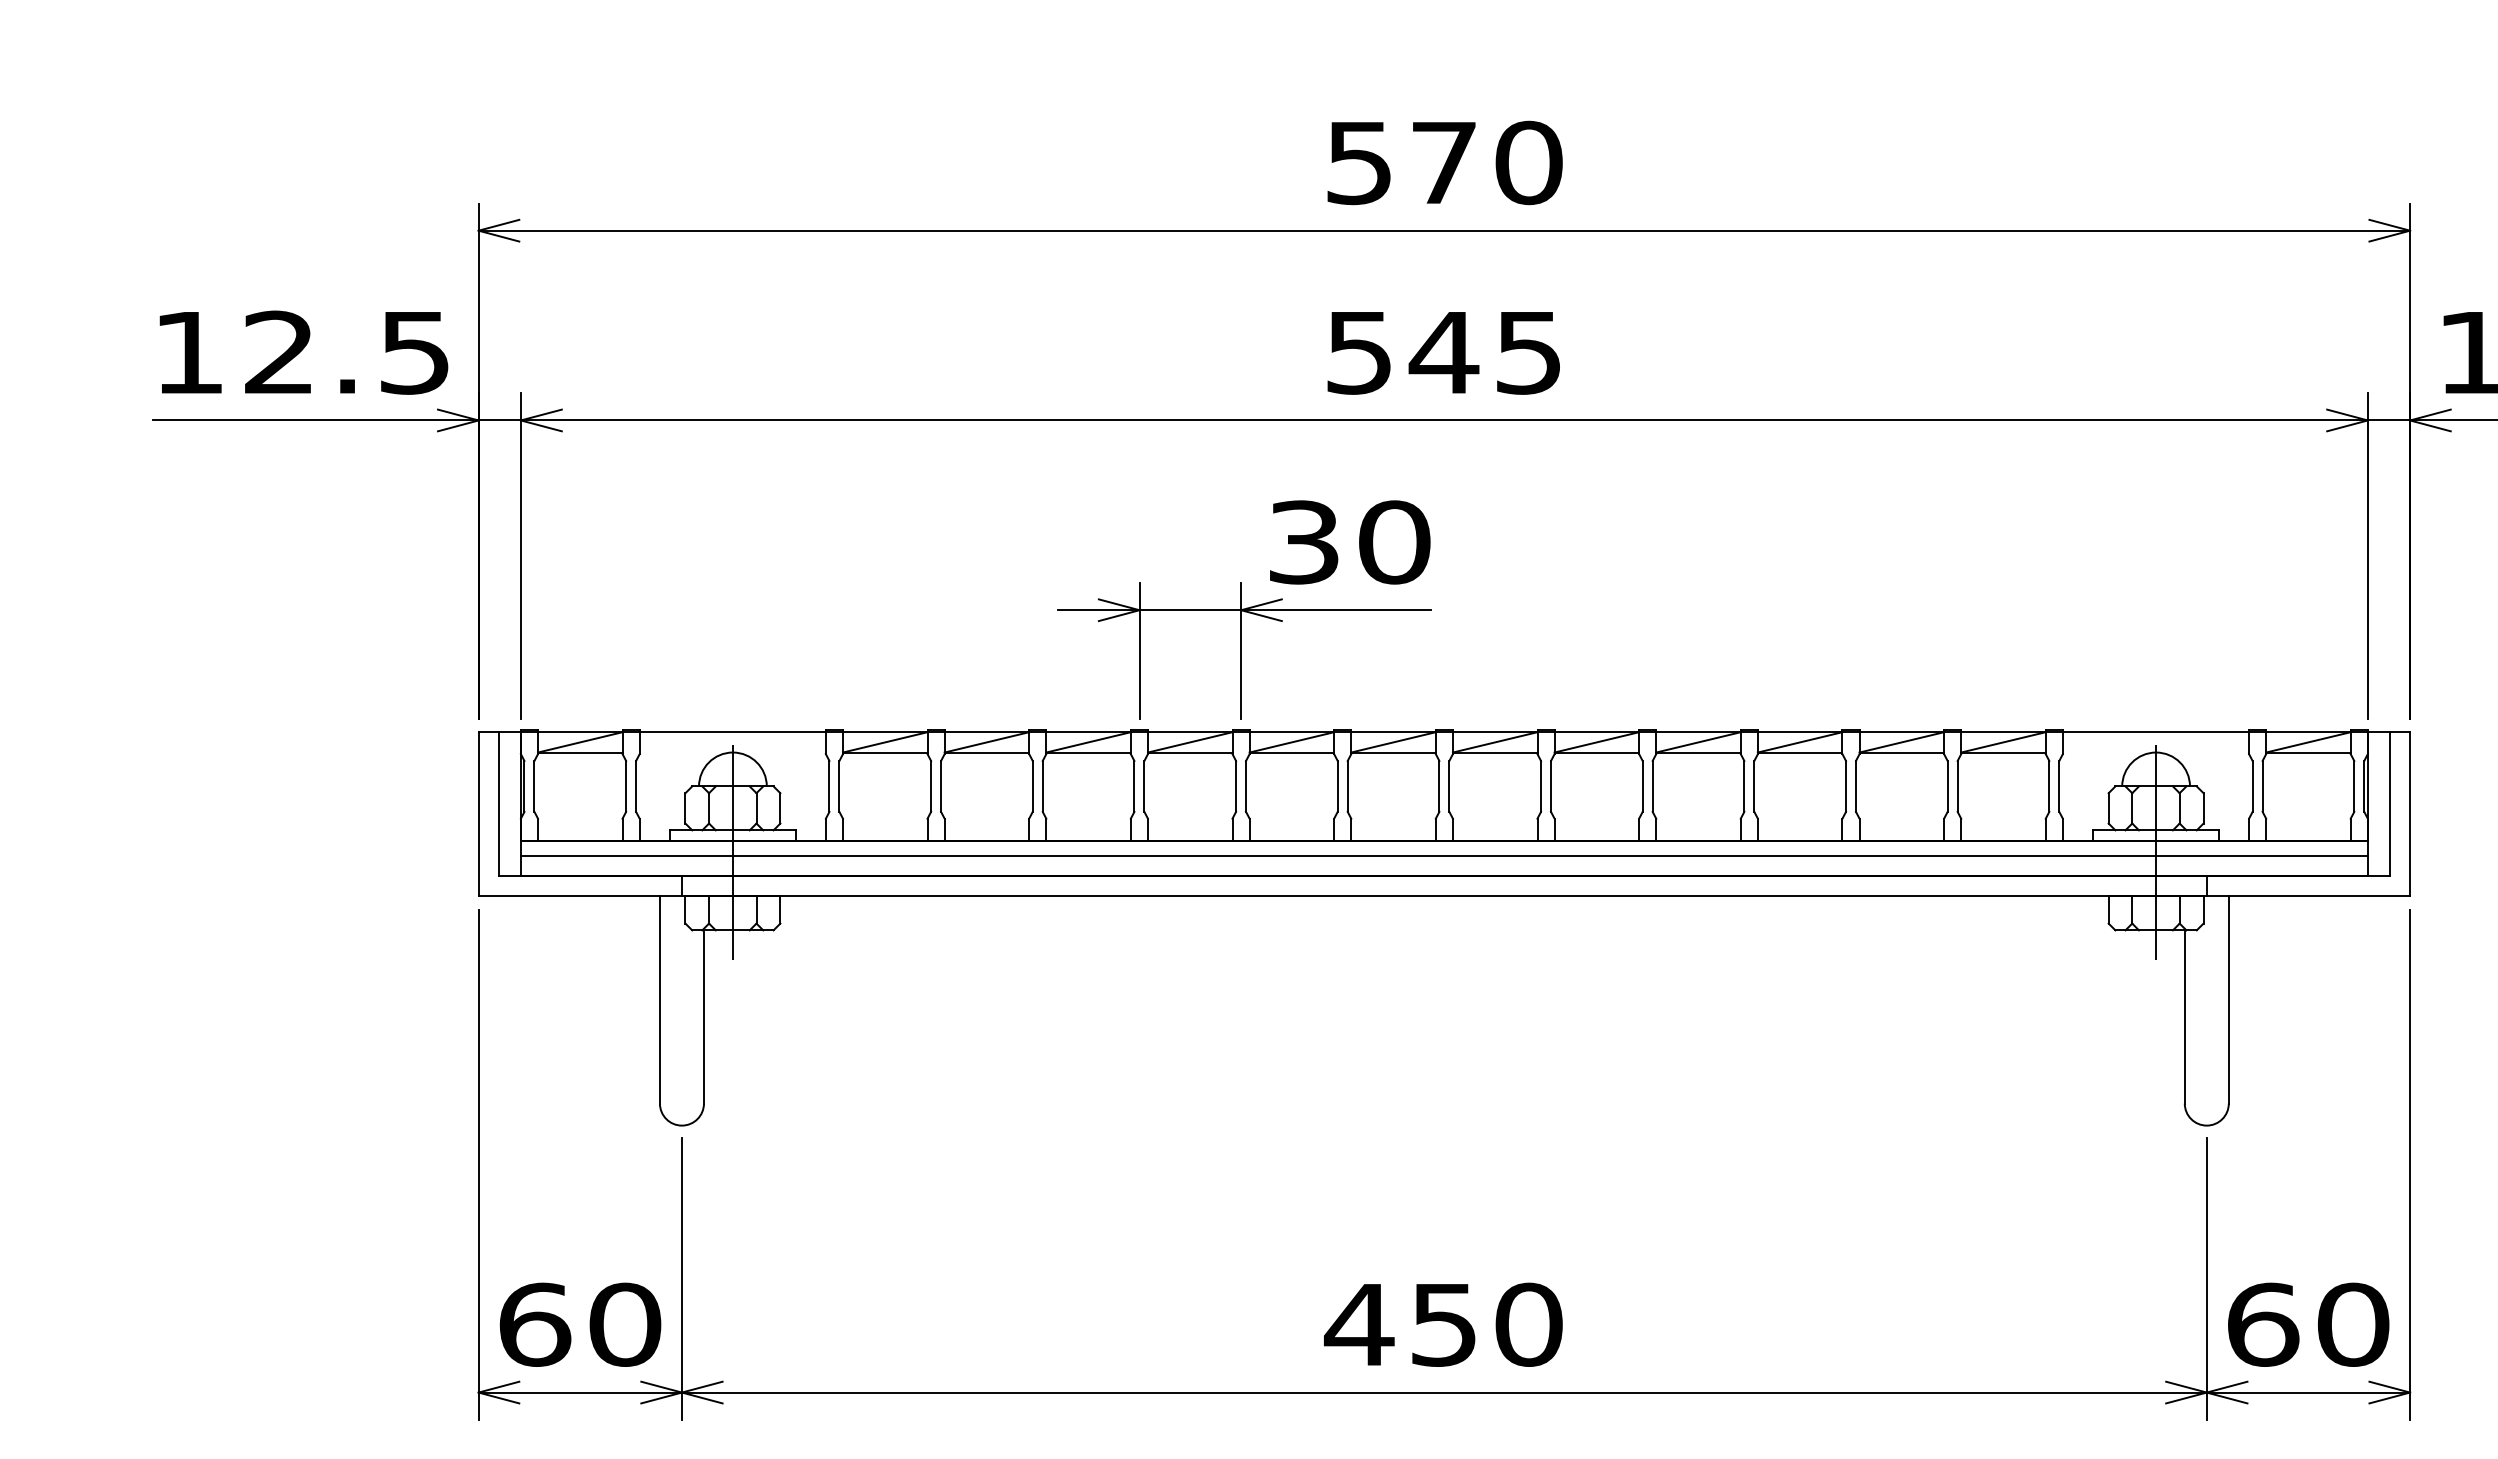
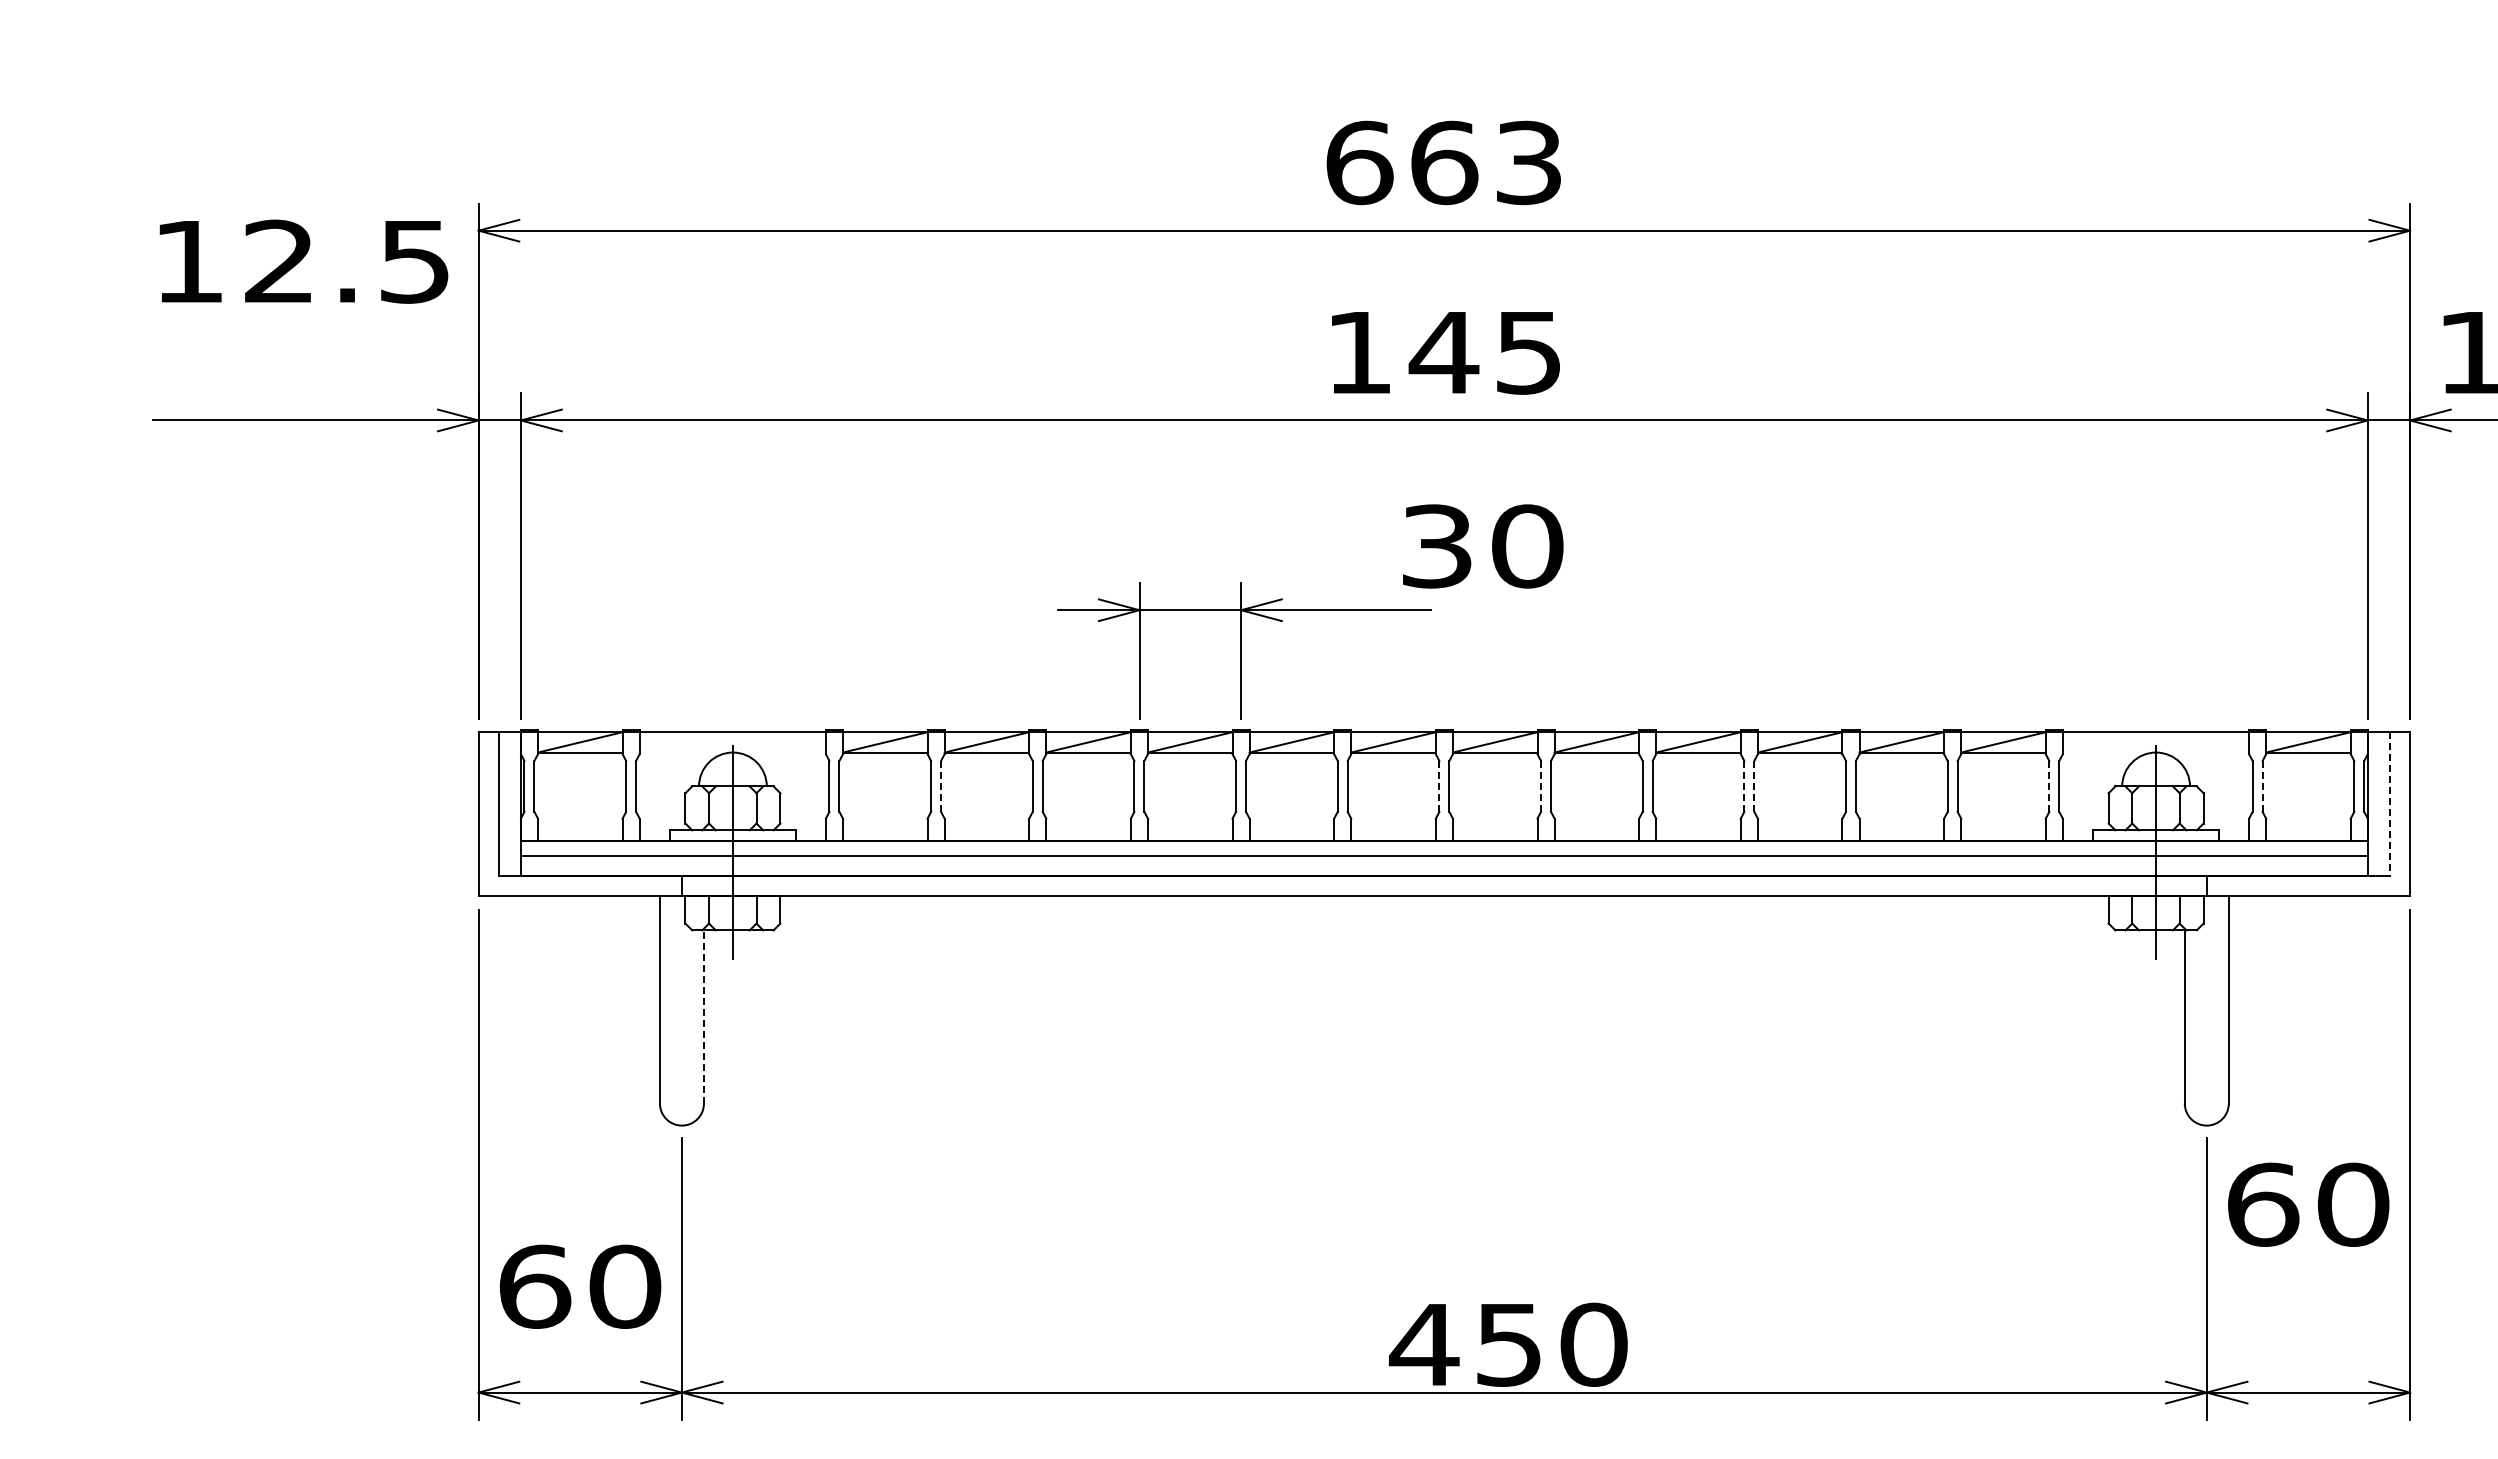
text at (1444, 162): 570 -> 663
text at (303, 352) position: (303, 352) -> (303, 261)
text at (1358, 353): 545 -> 145
text at (1350, 542) position: (1350, 542) -> (1483, 546)
line at (941, 785): solid -> dashed
line at (1754, 785): solid -> dashed
line at (2262, 785): solid -> dashed
line at (1439, 786): solid -> dashed
line at (1541, 786): solid -> dashed
line at (1744, 786): solid -> dashed
line at (2049, 786): solid -> dashed
line at (2389, 804): solid -> dashed
line at (703, 1016): solid -> dashed
text at (580, 1324) position: (580, 1324) -> (580, 1286)
text at (1443, 1324) position: (1443, 1324) -> (1508, 1344)
text at (2308, 1324) position: (2308, 1324) -> (2308, 1204)
